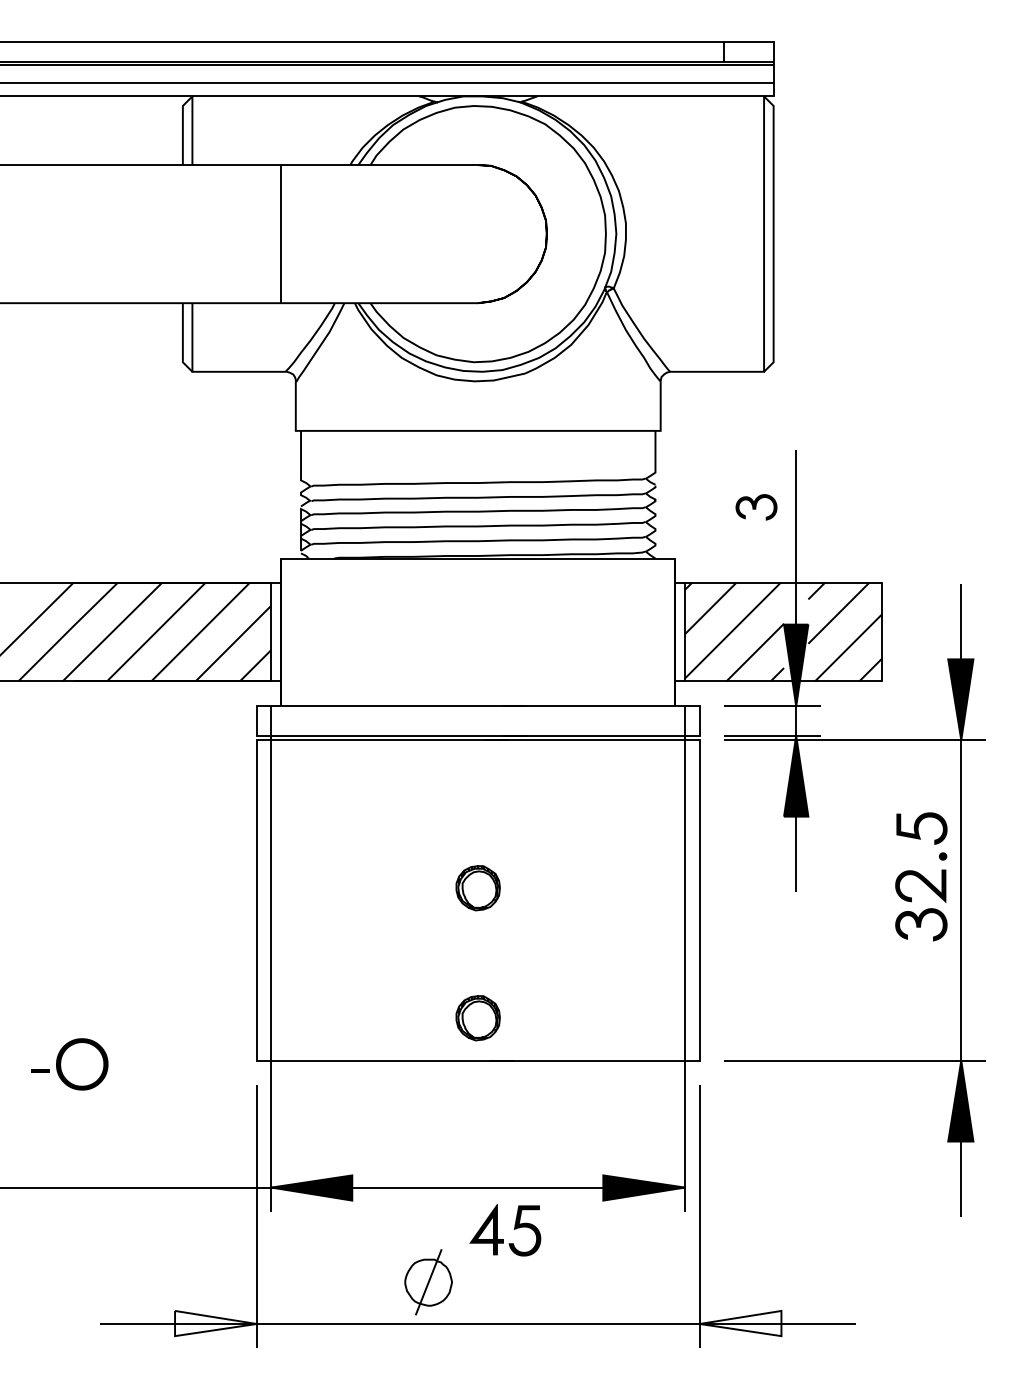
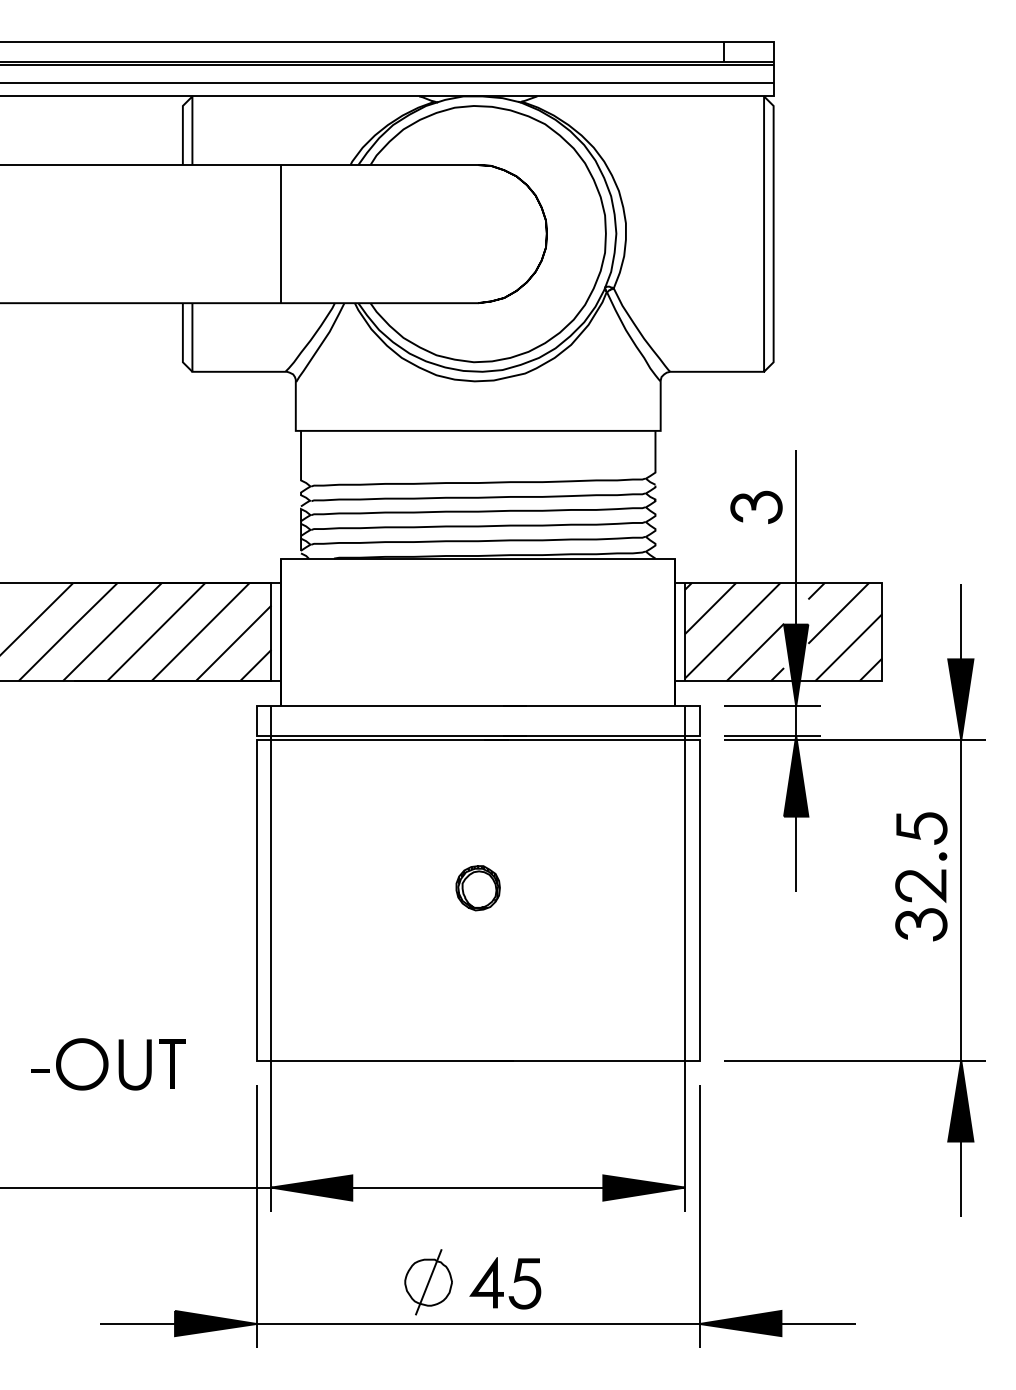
part at (756, 507) size: 43x27 px -> 53x34 px
part at (477, 1018): present -> none
part at (172, 1063): none -> present
fill at (134, 1064): none -> present
part at (497, 1230) position: (497, 1230) -> (497, 1283)
fill at (215, 1323): none -> present
fill at (740, 1323): none -> present
